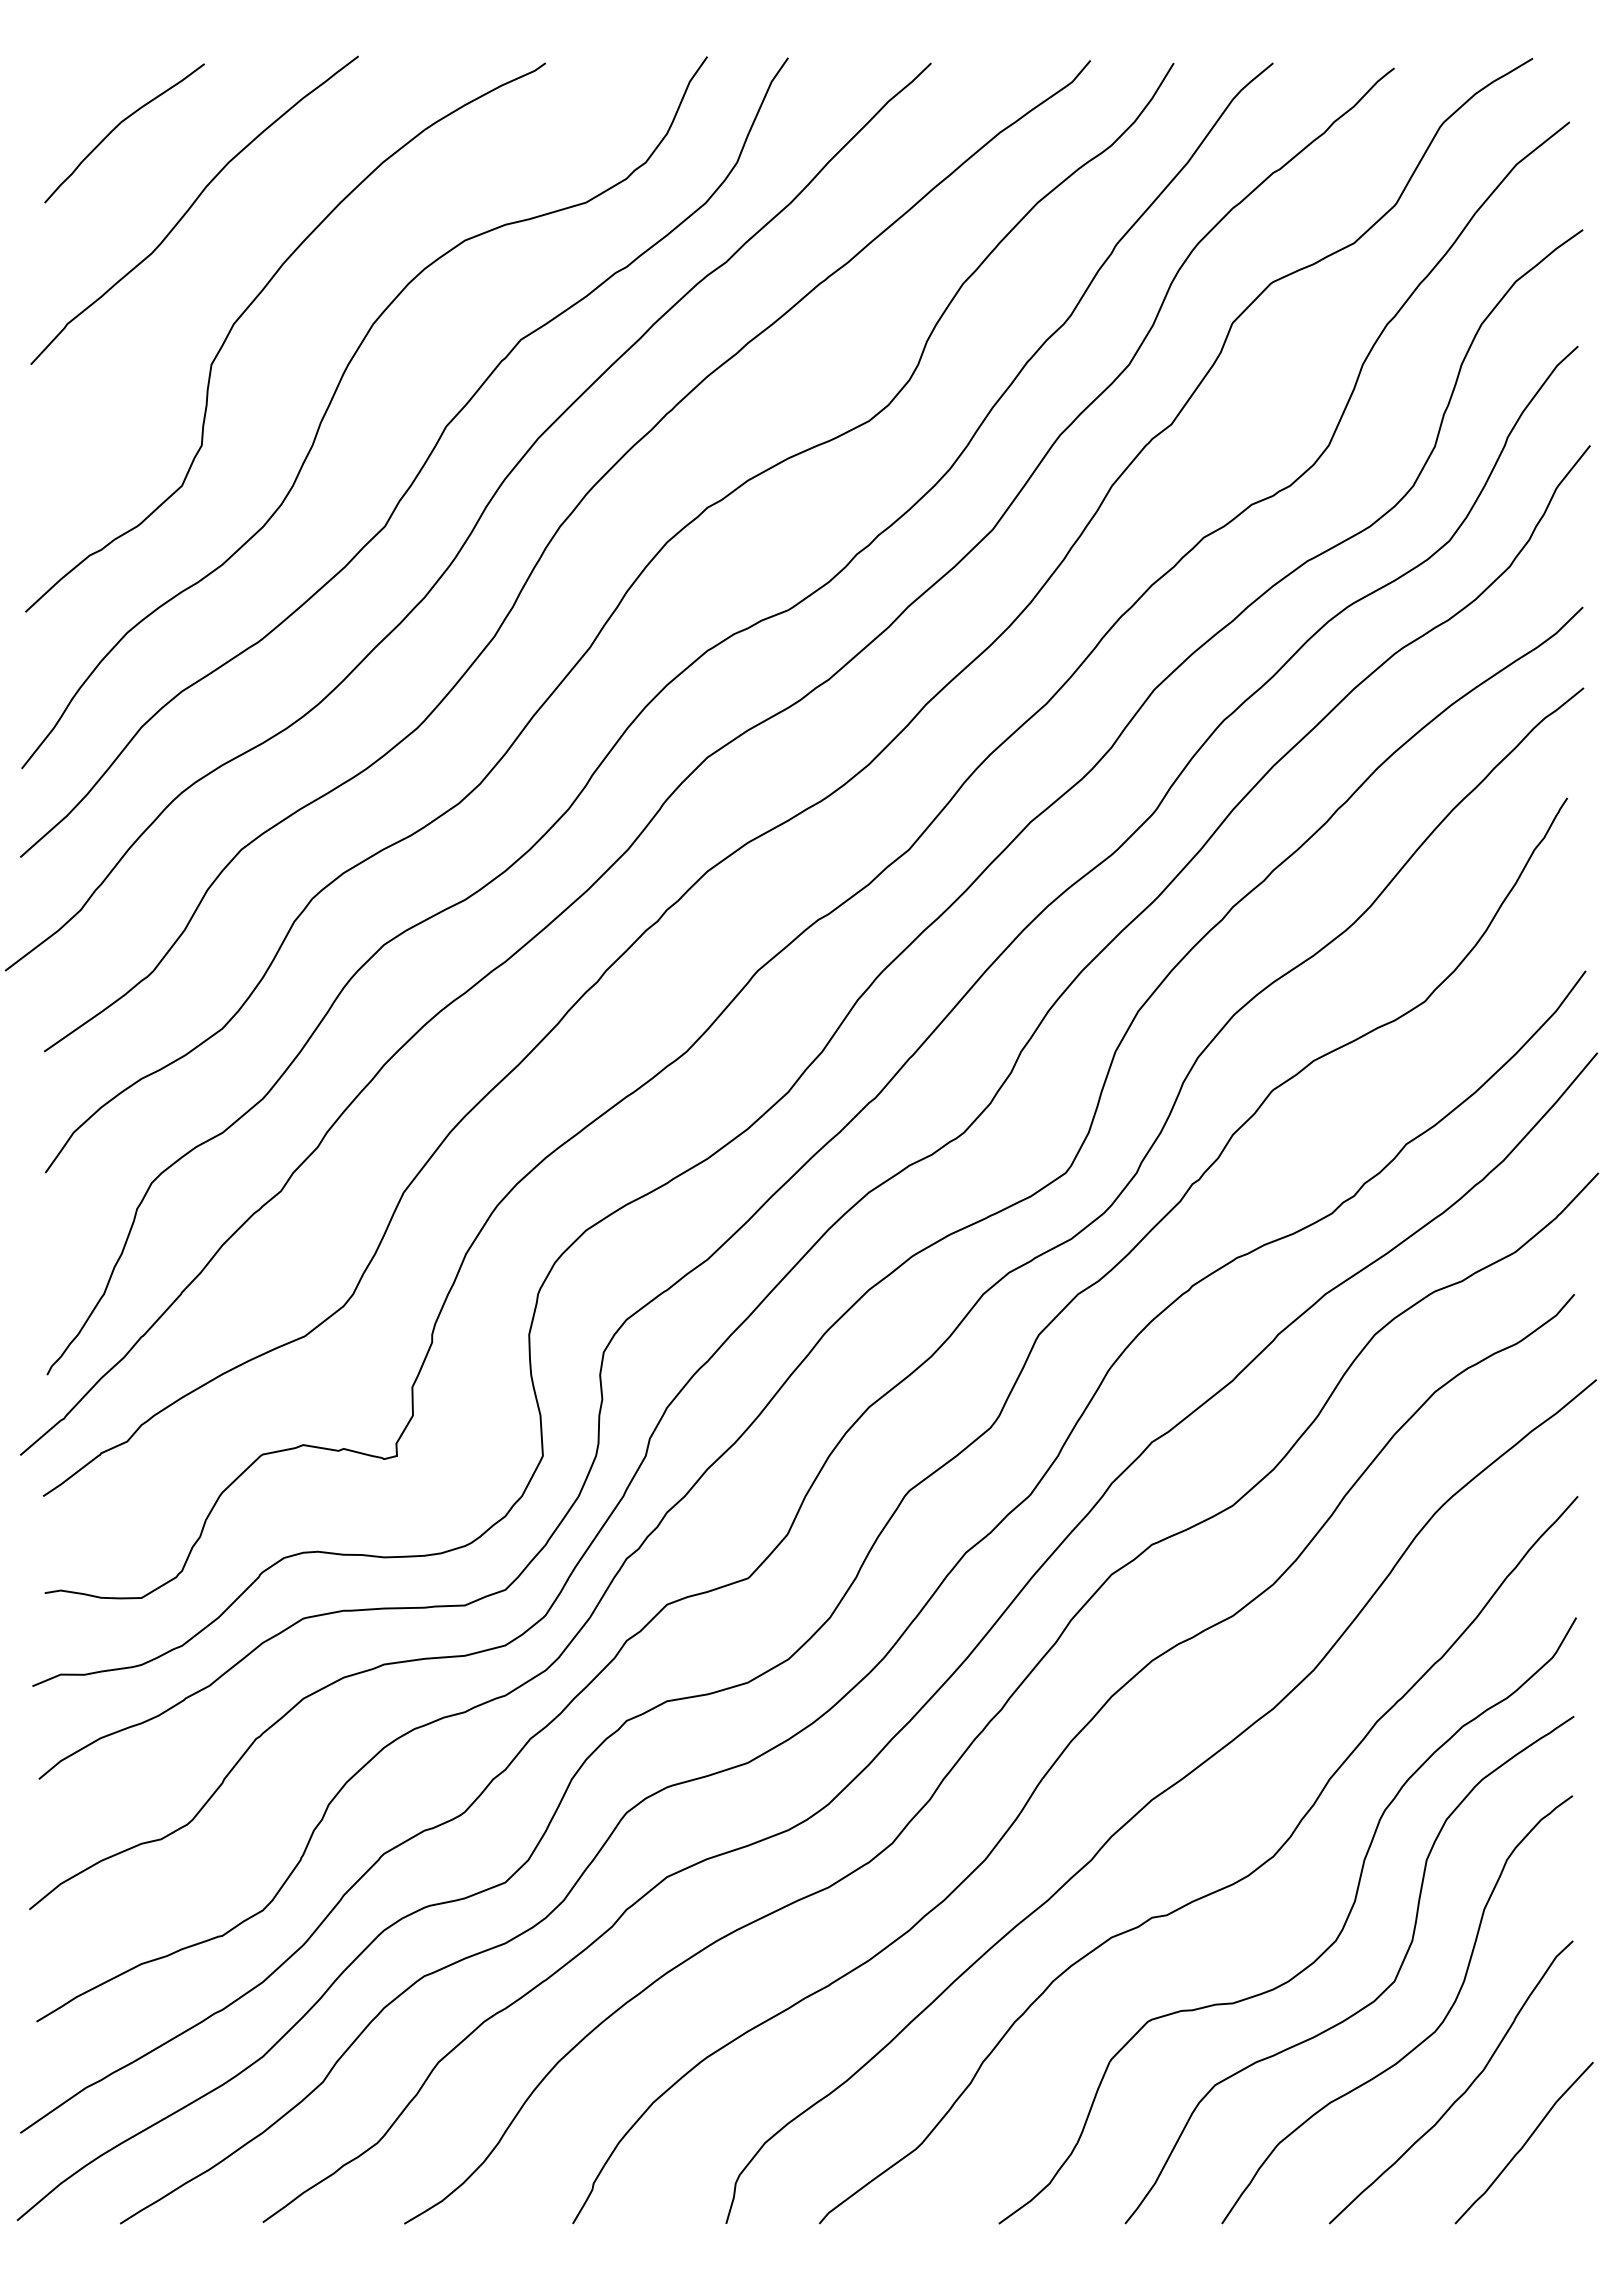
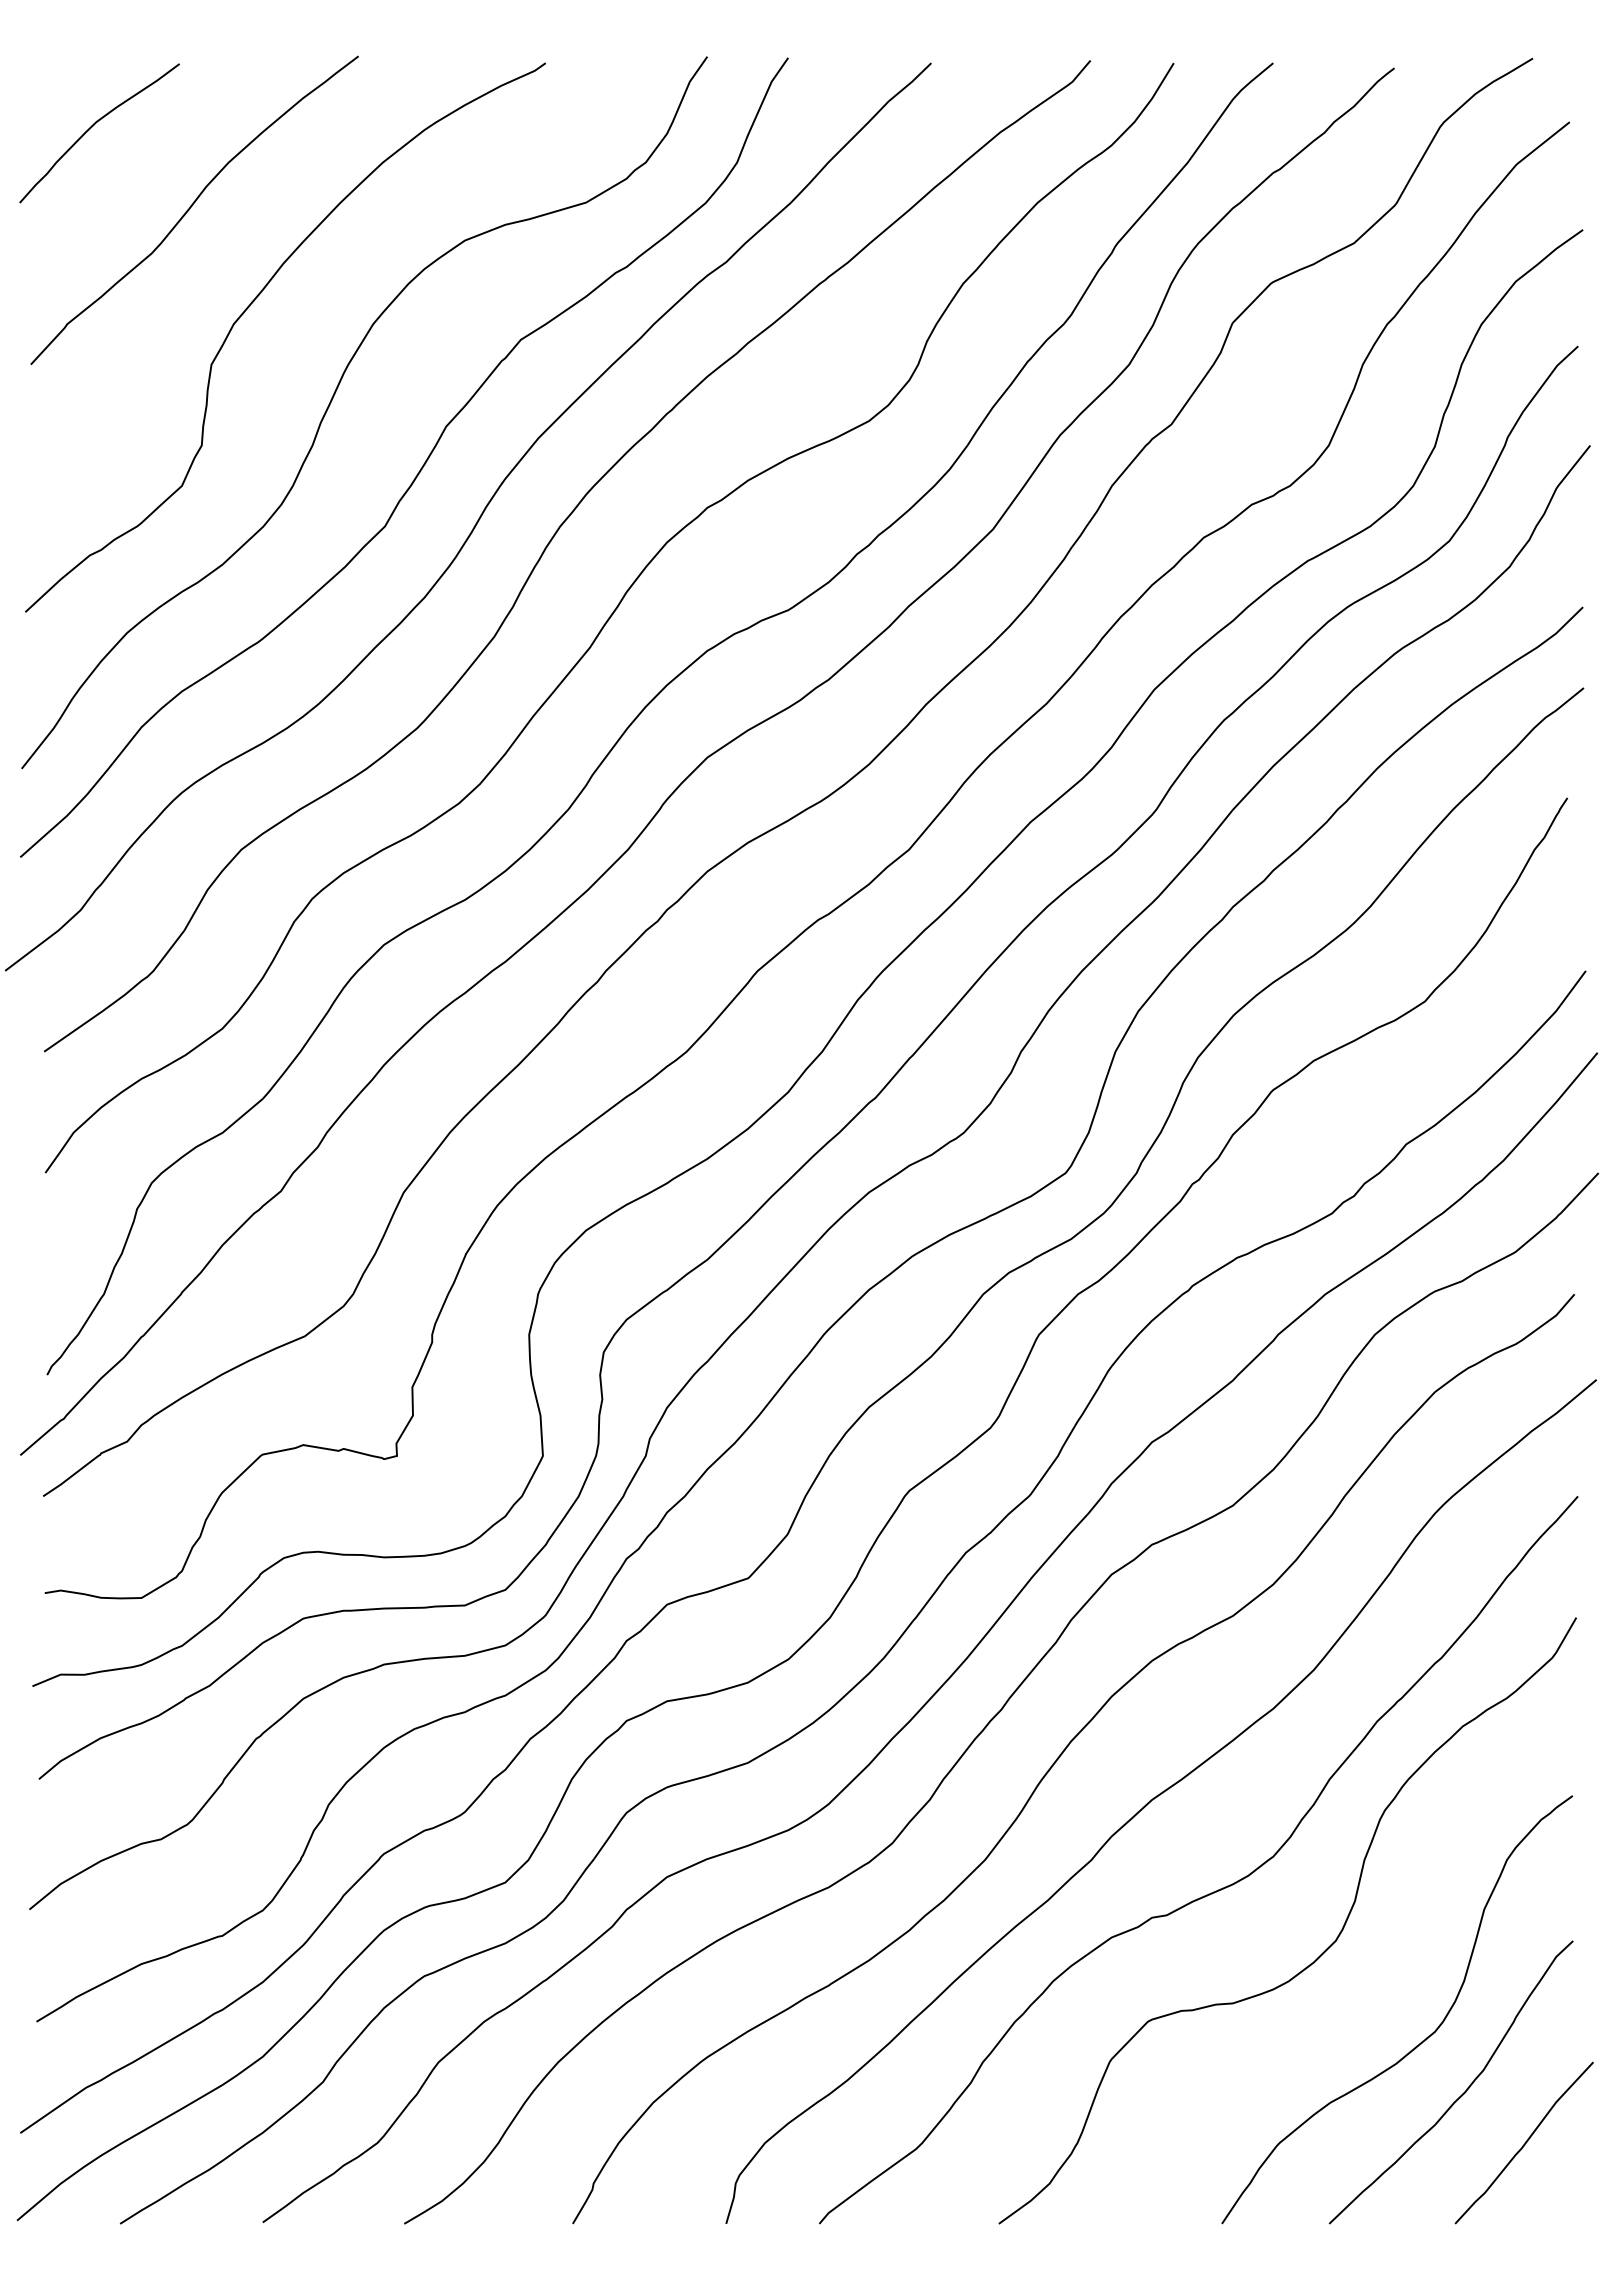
curve at (118, 126) position: (118, 126) -> (93, 126)
curve at (1377, 1996): present -> none
